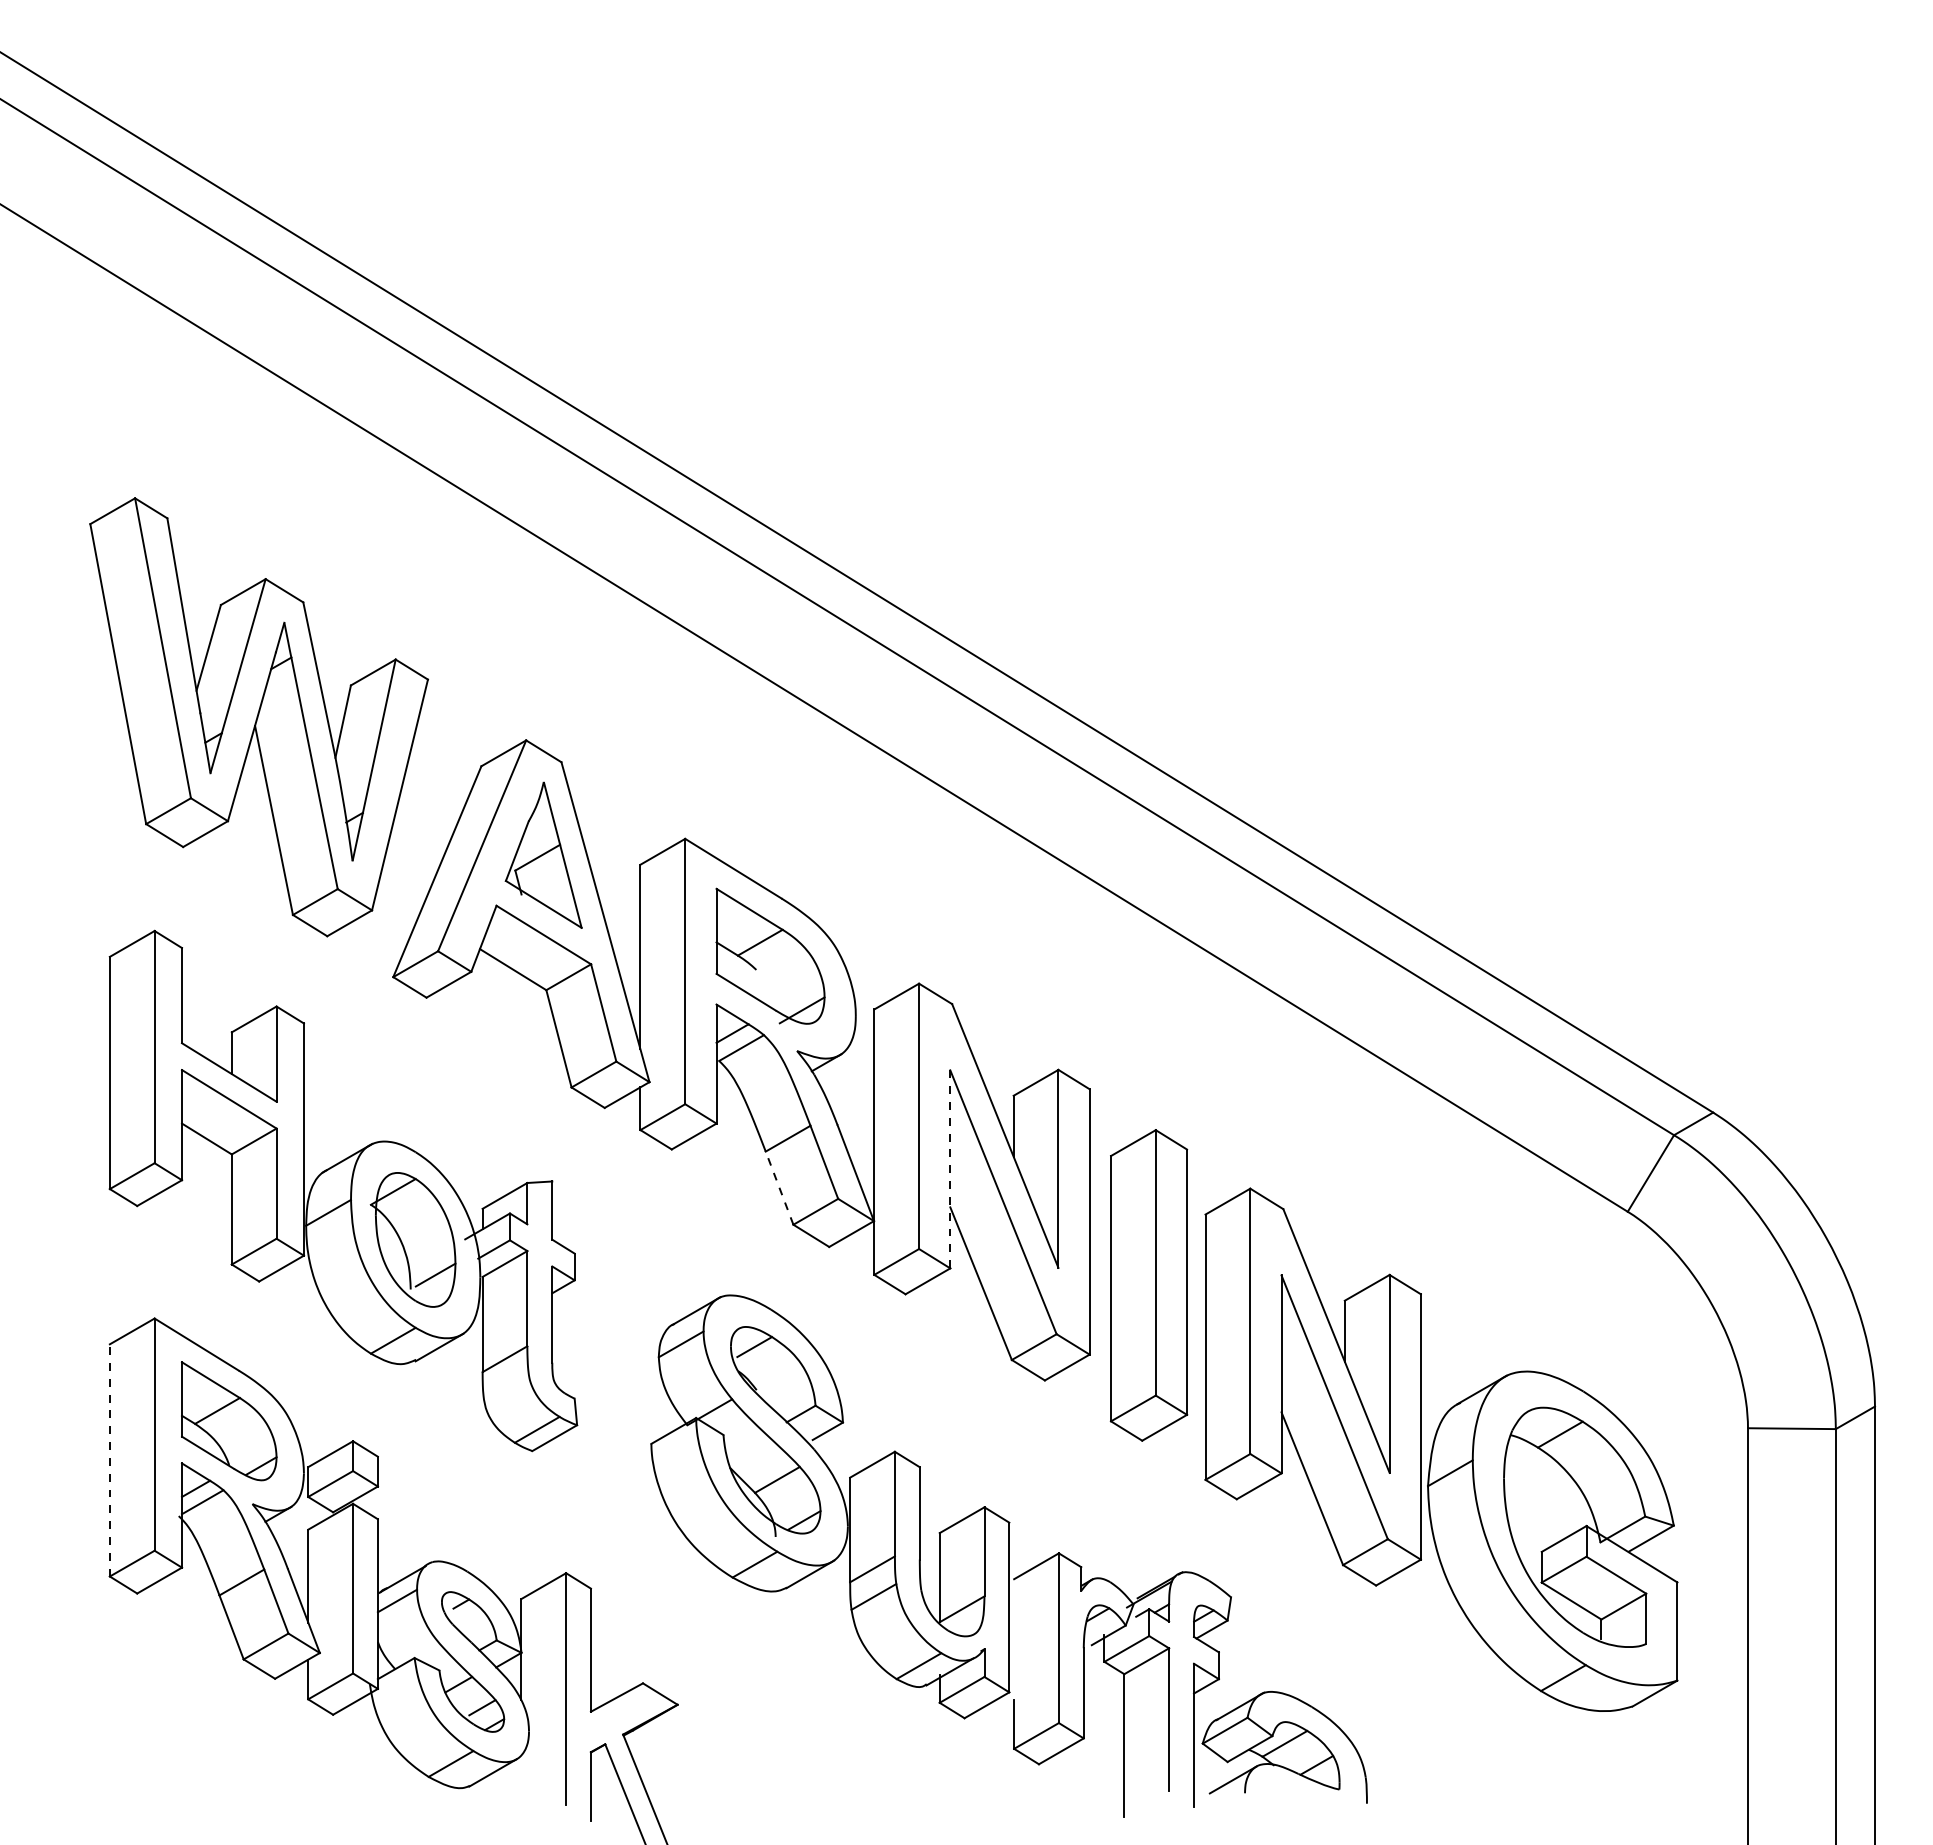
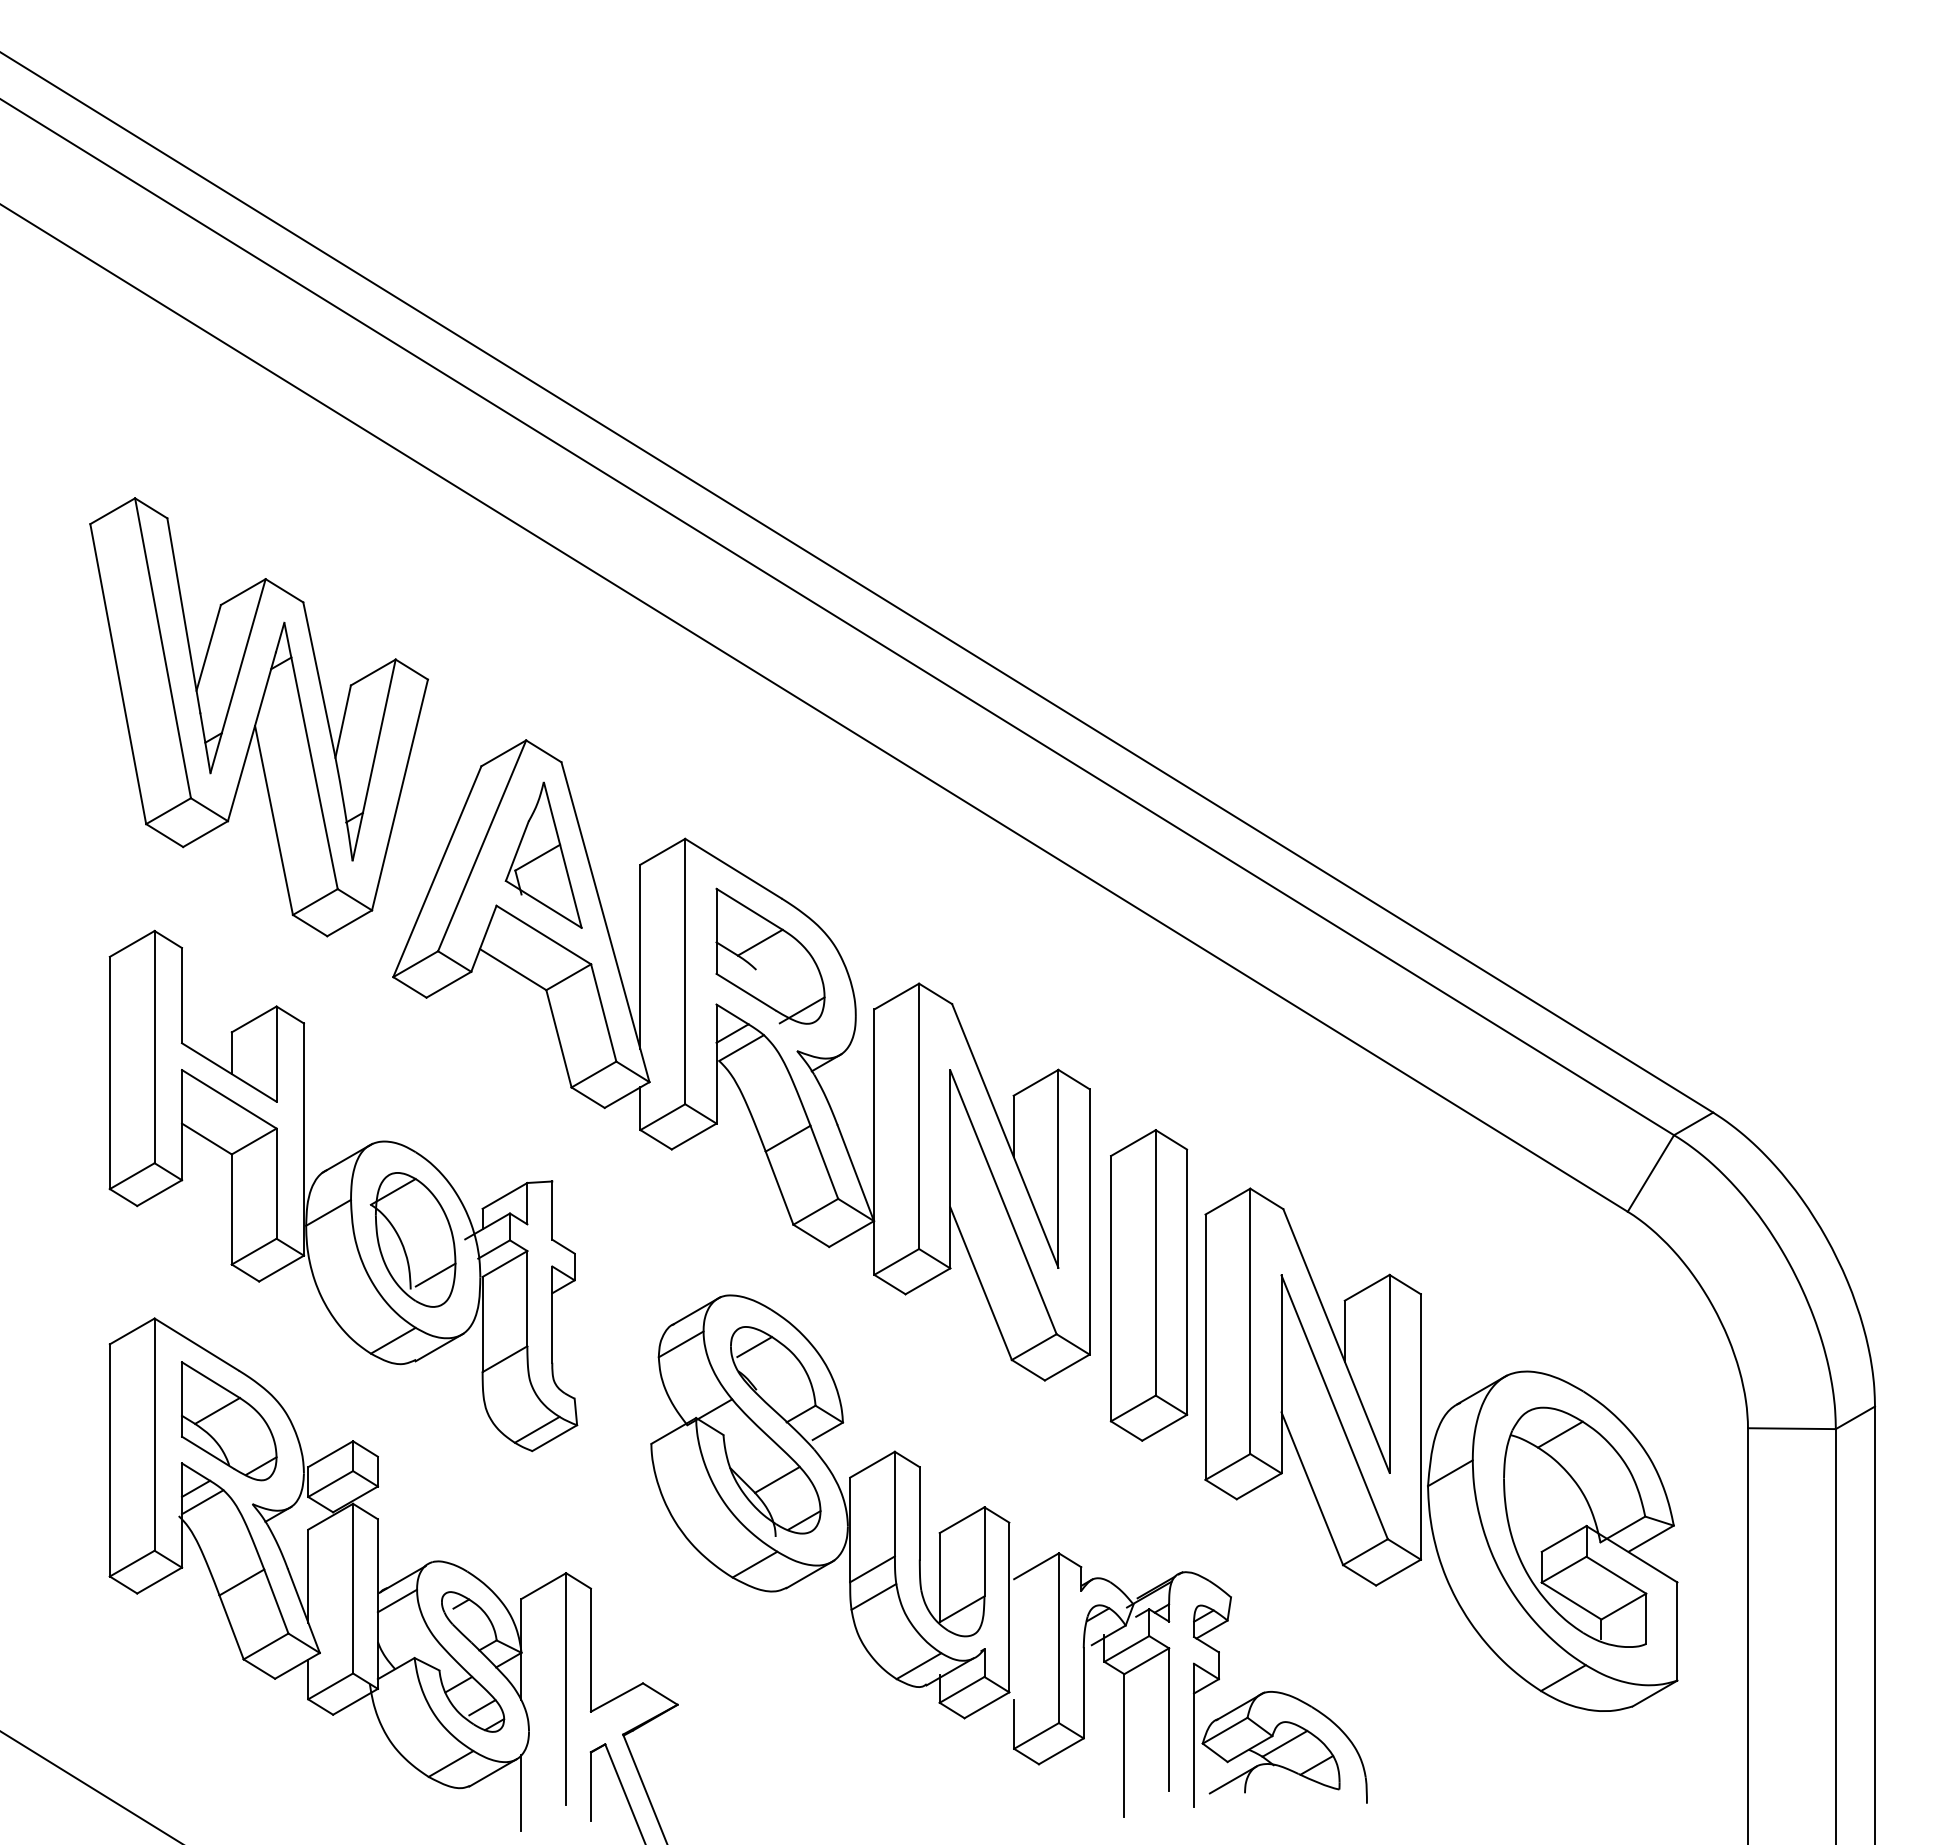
line at (950, 1169): dashed -> solid
line at (779, 1187): dashed -> solid
line at (109, 1459): dashed -> solid
line at (90, 1786): none -> present
line at (521, 1793): none -> present
